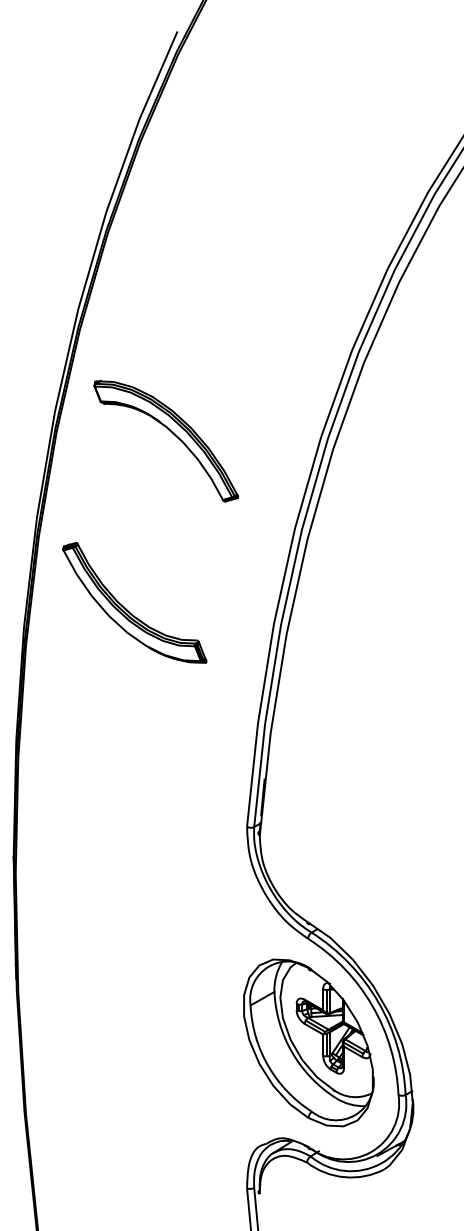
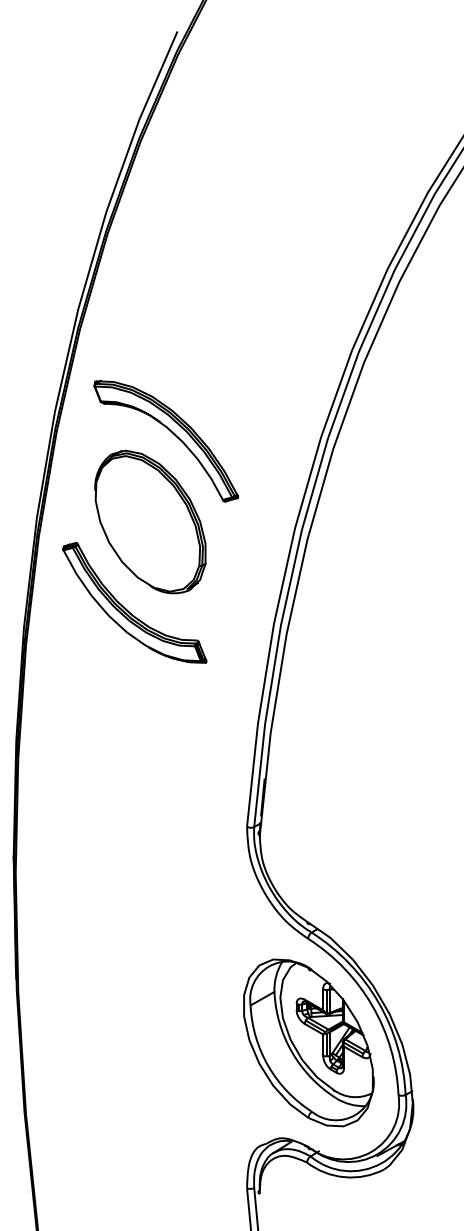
part at (150, 521): none -> present
